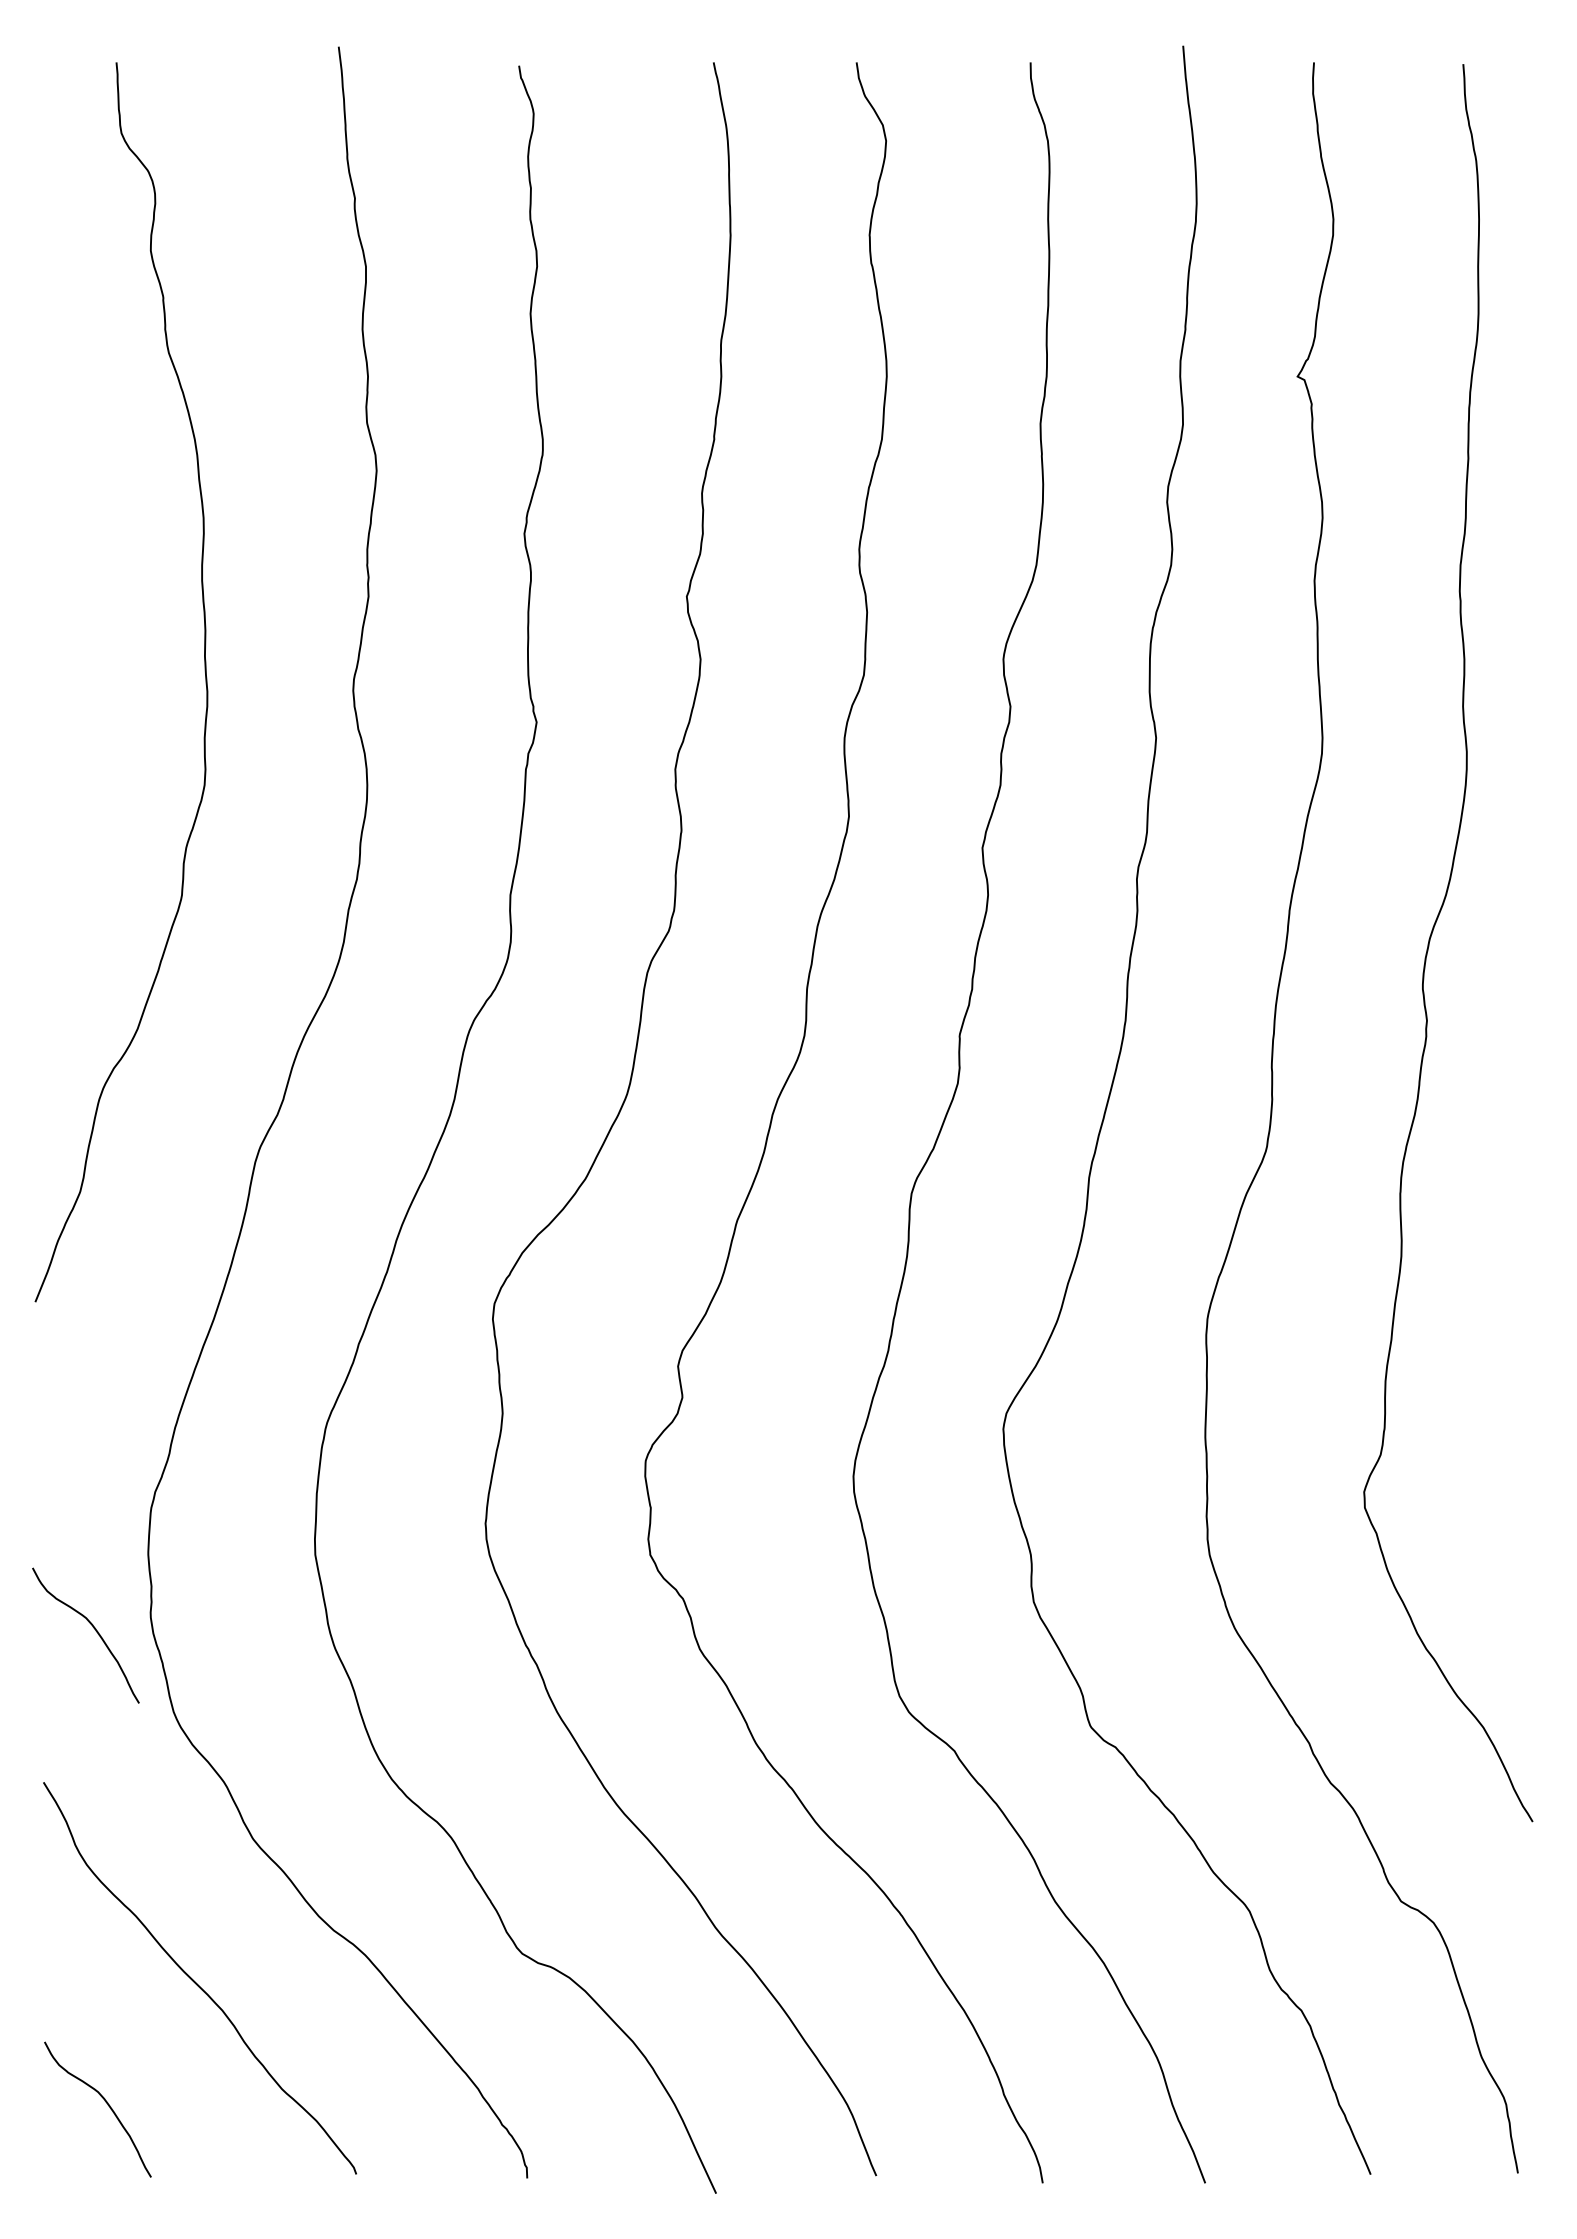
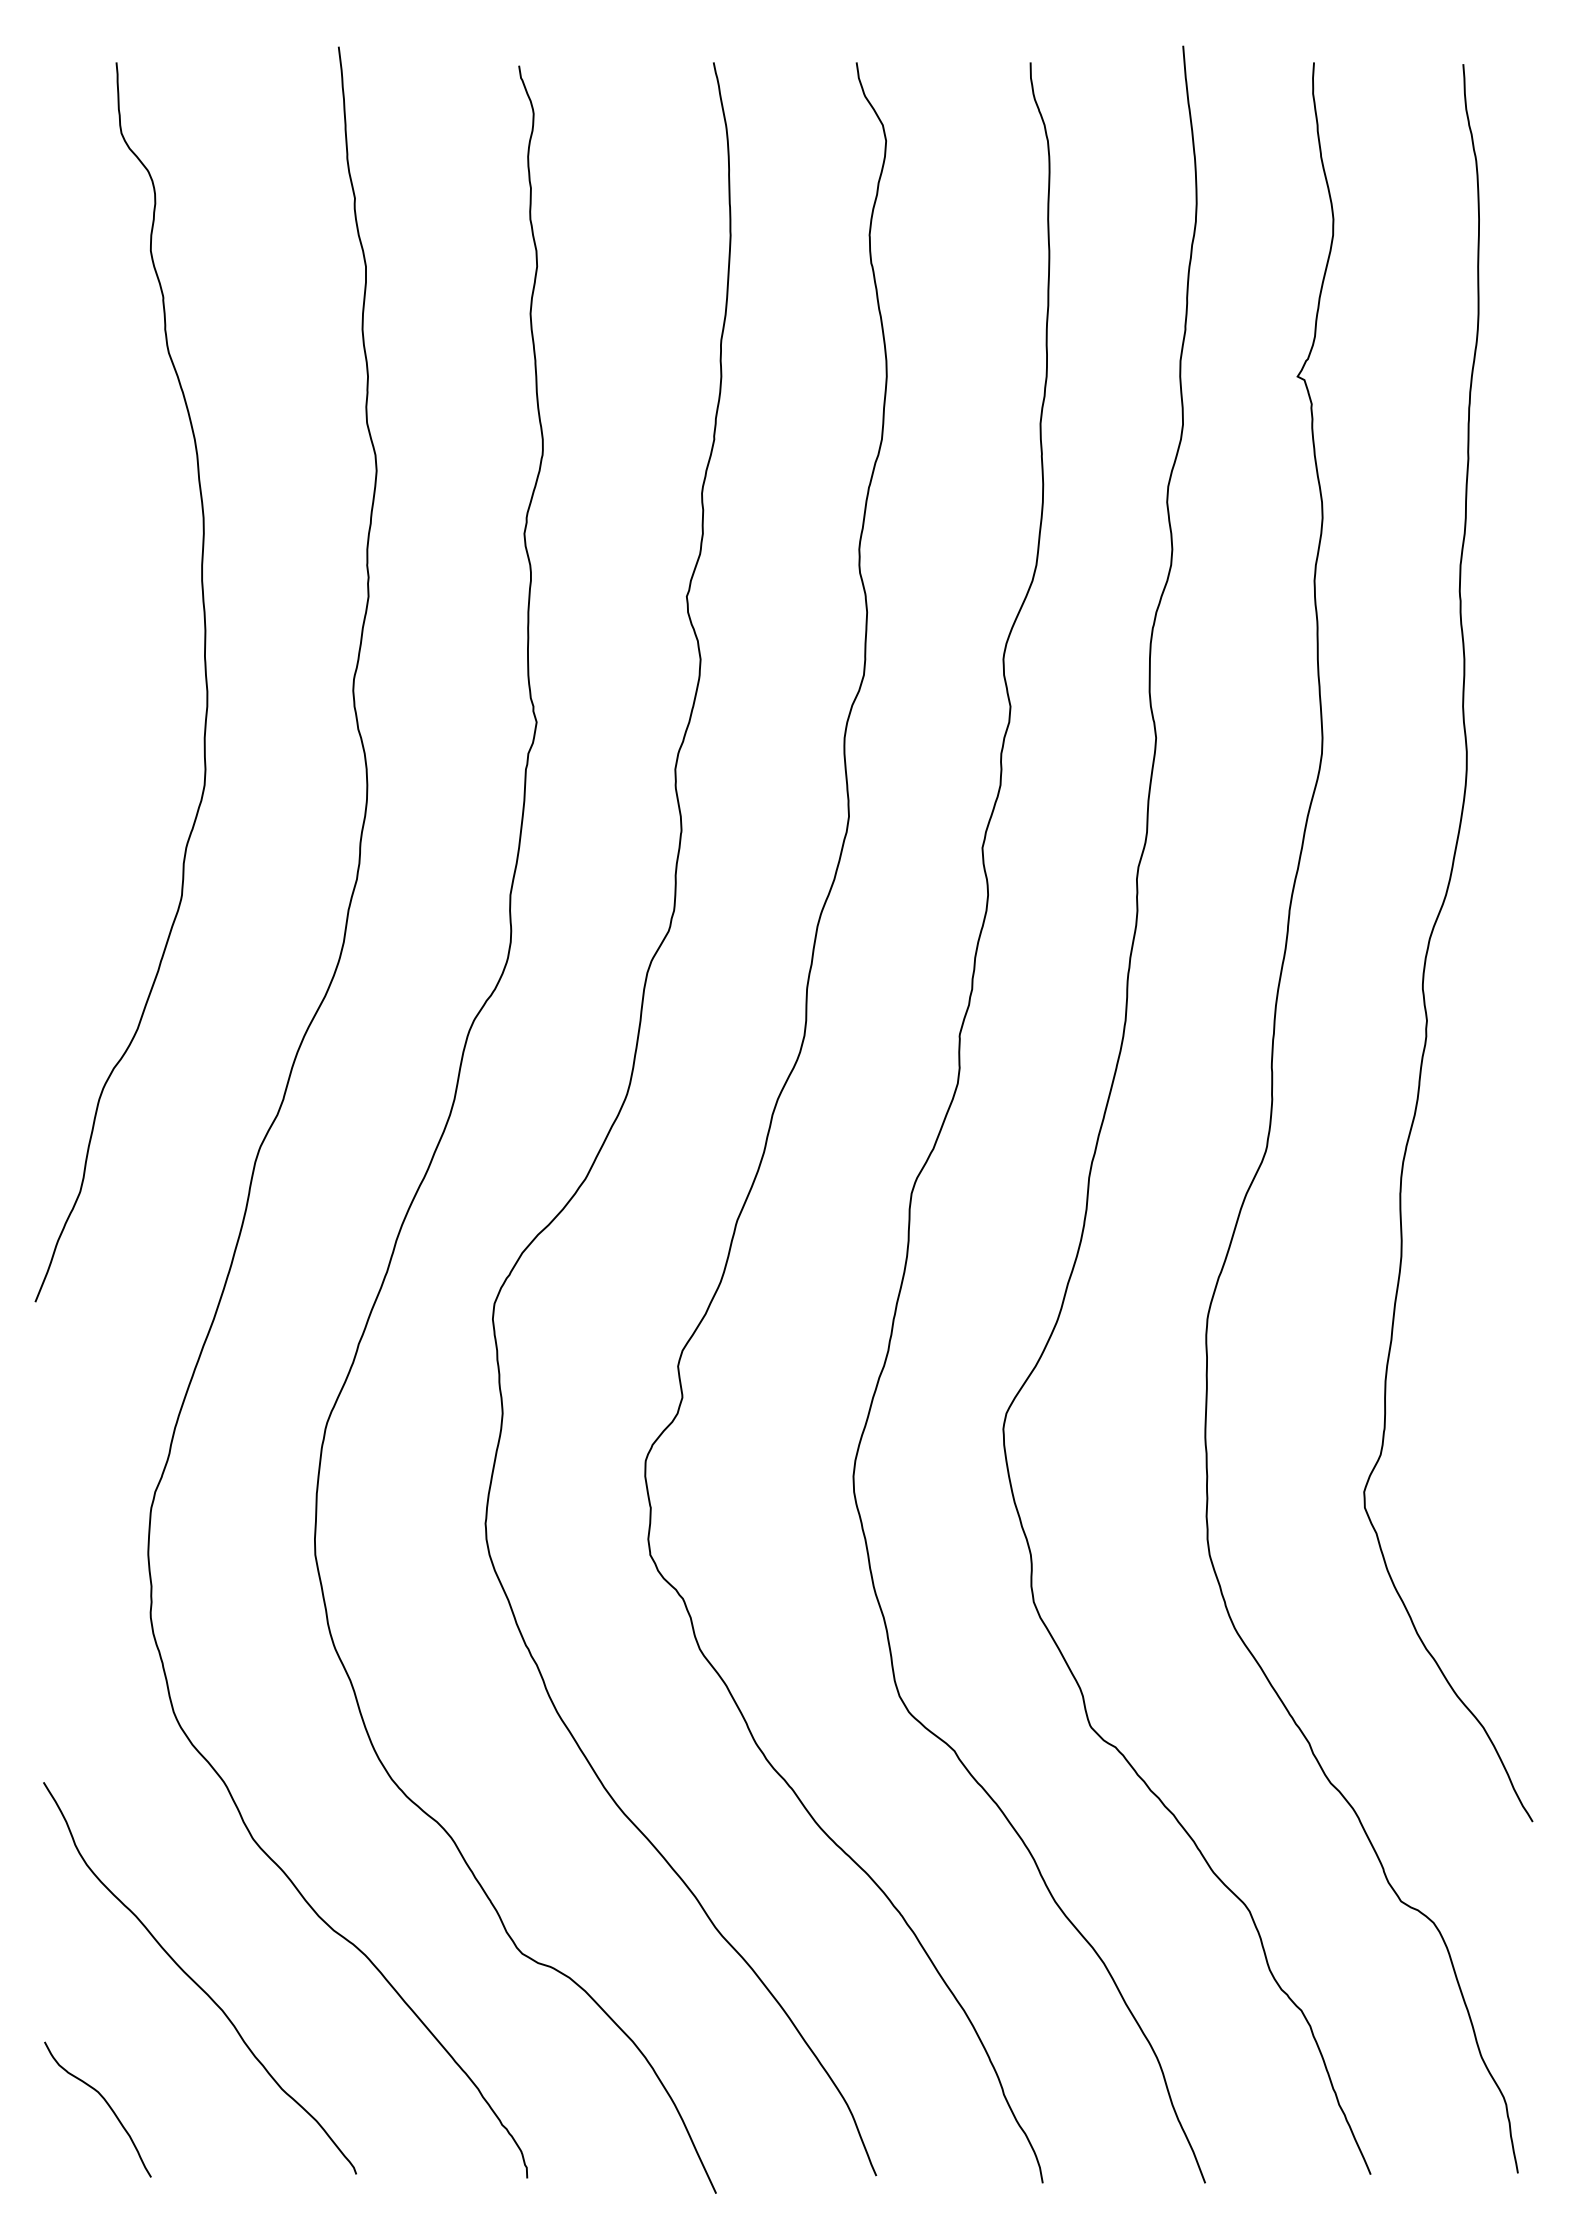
curve at (93, 1628): present -> none
